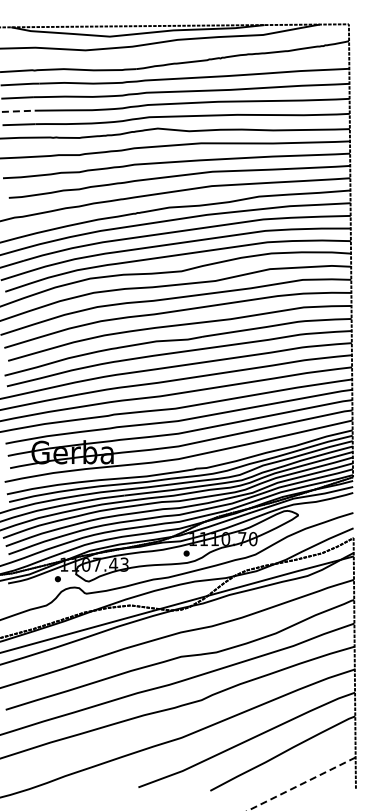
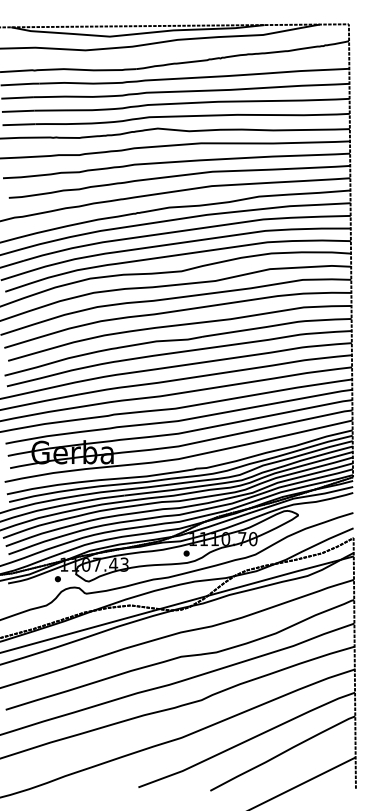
line at (18, 111): dashed -> solid
line at (301, 784): dashed -> solid
